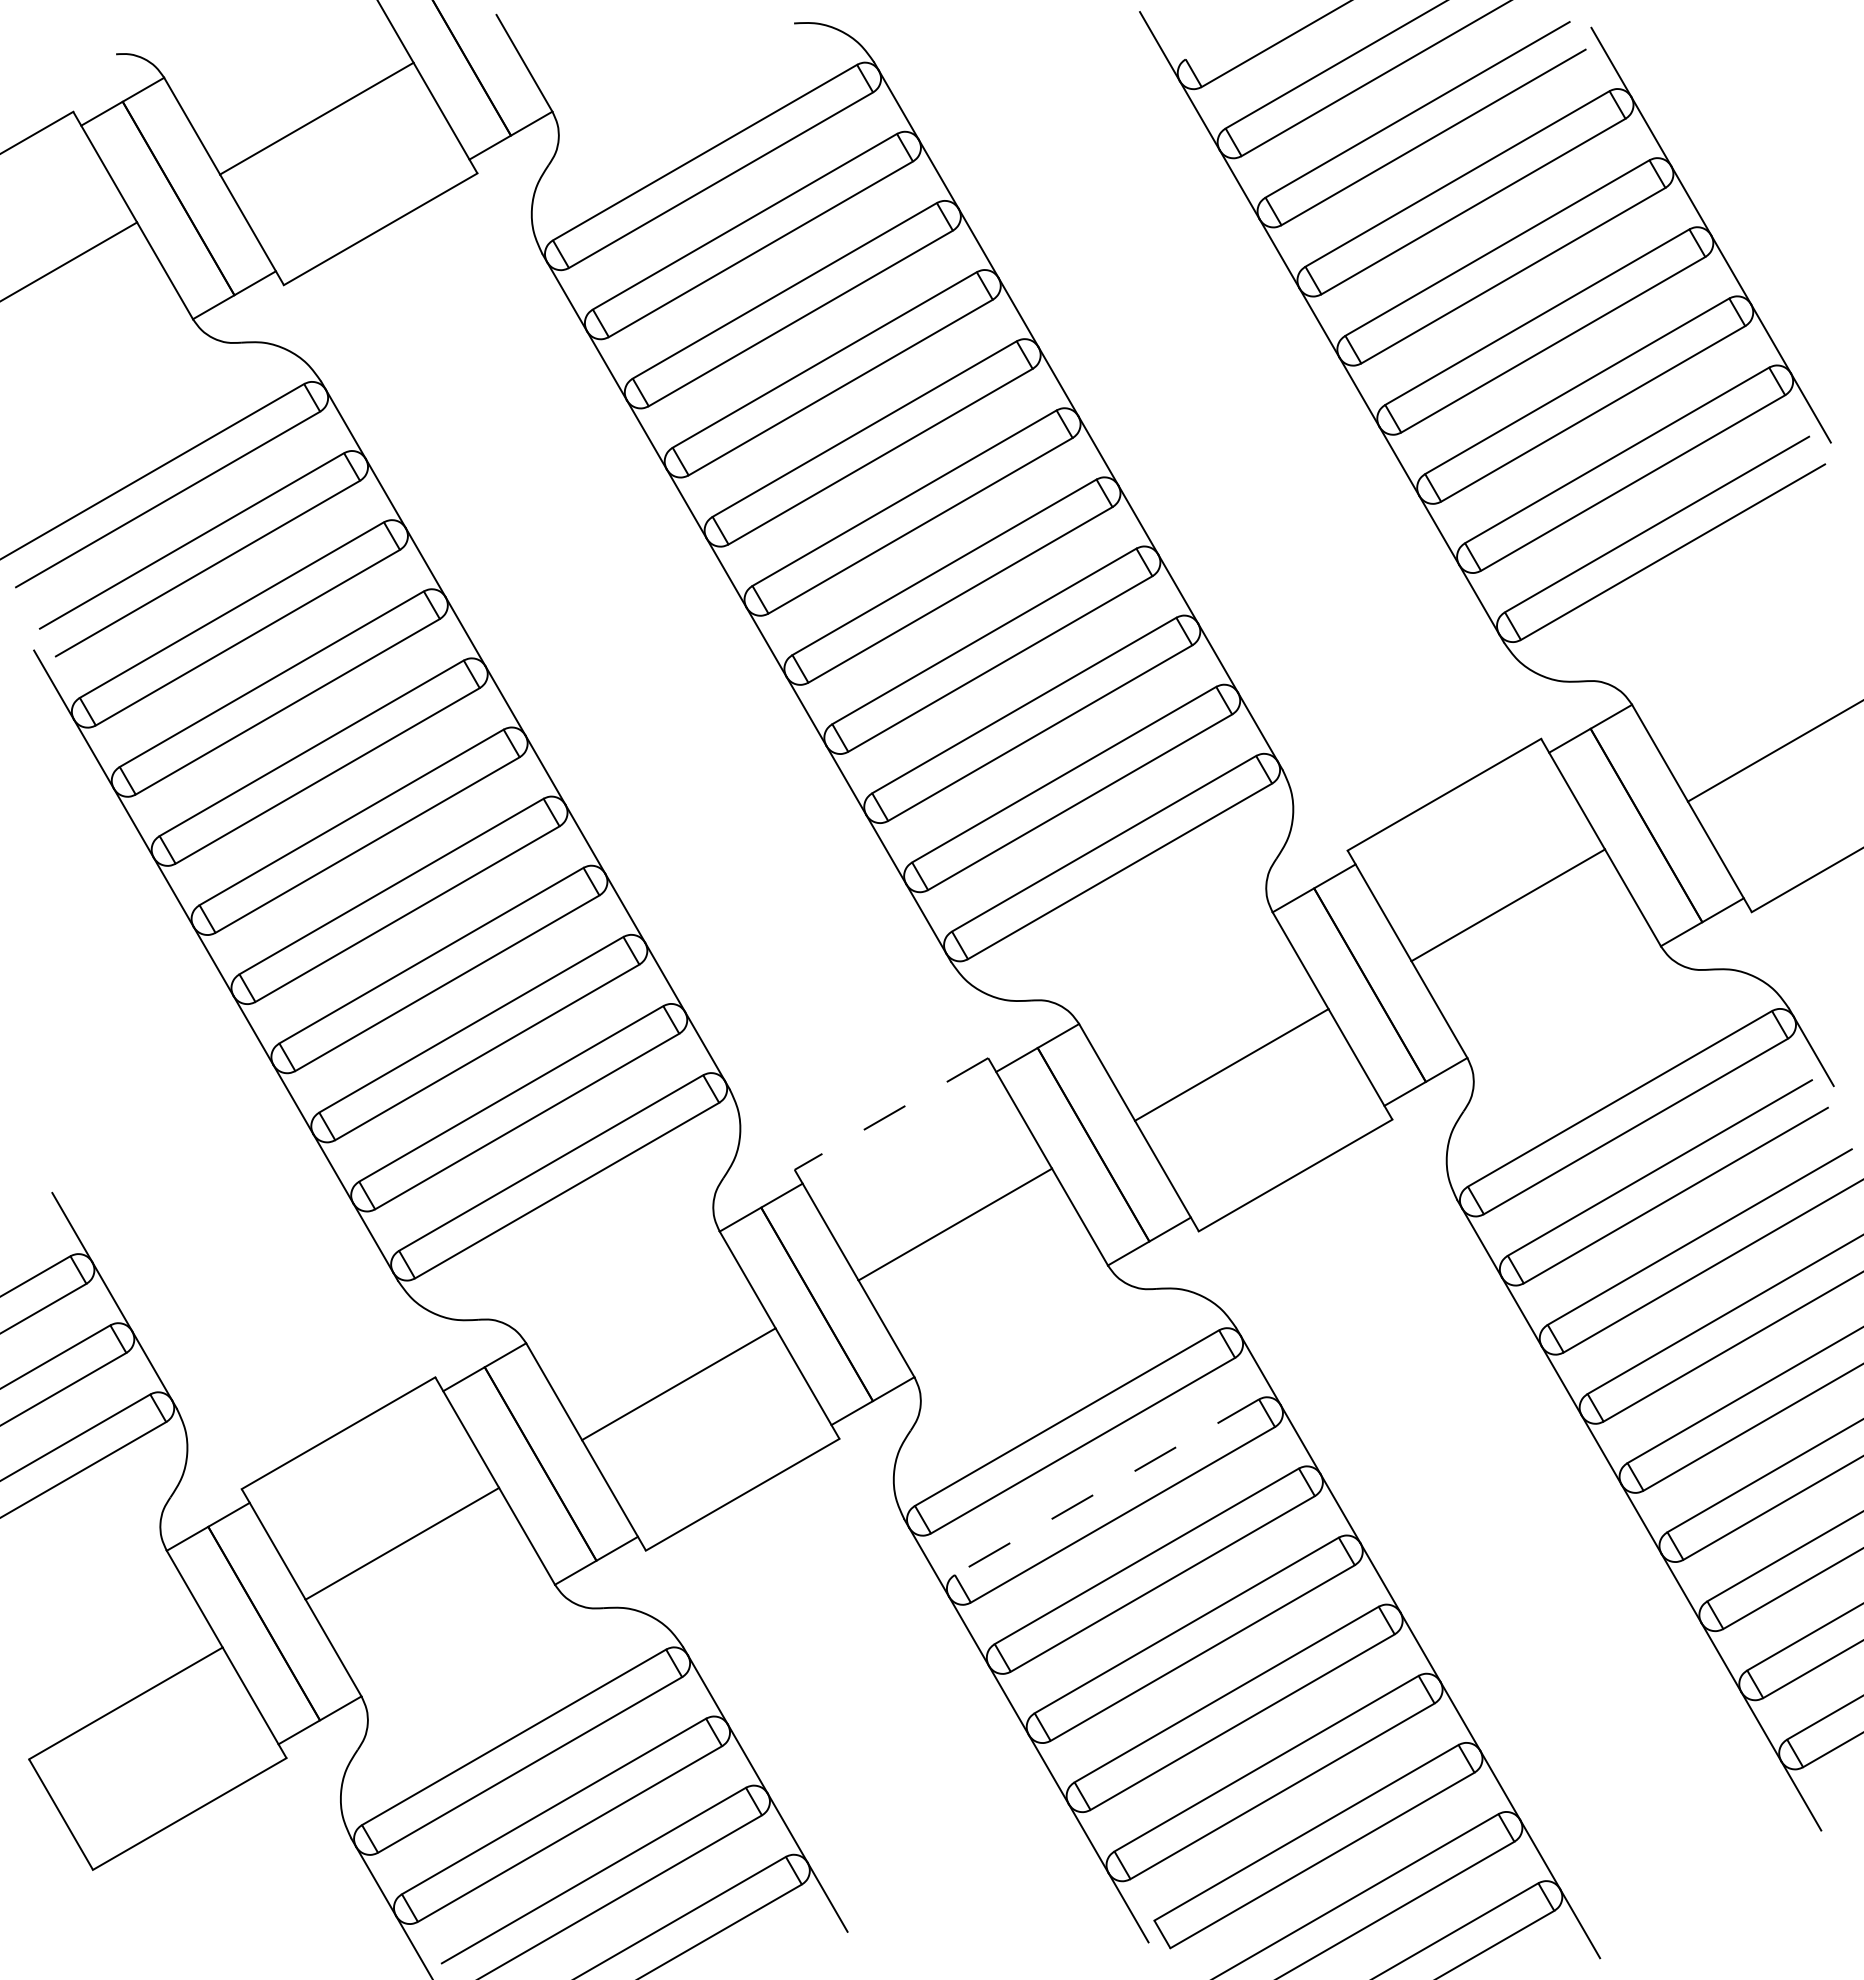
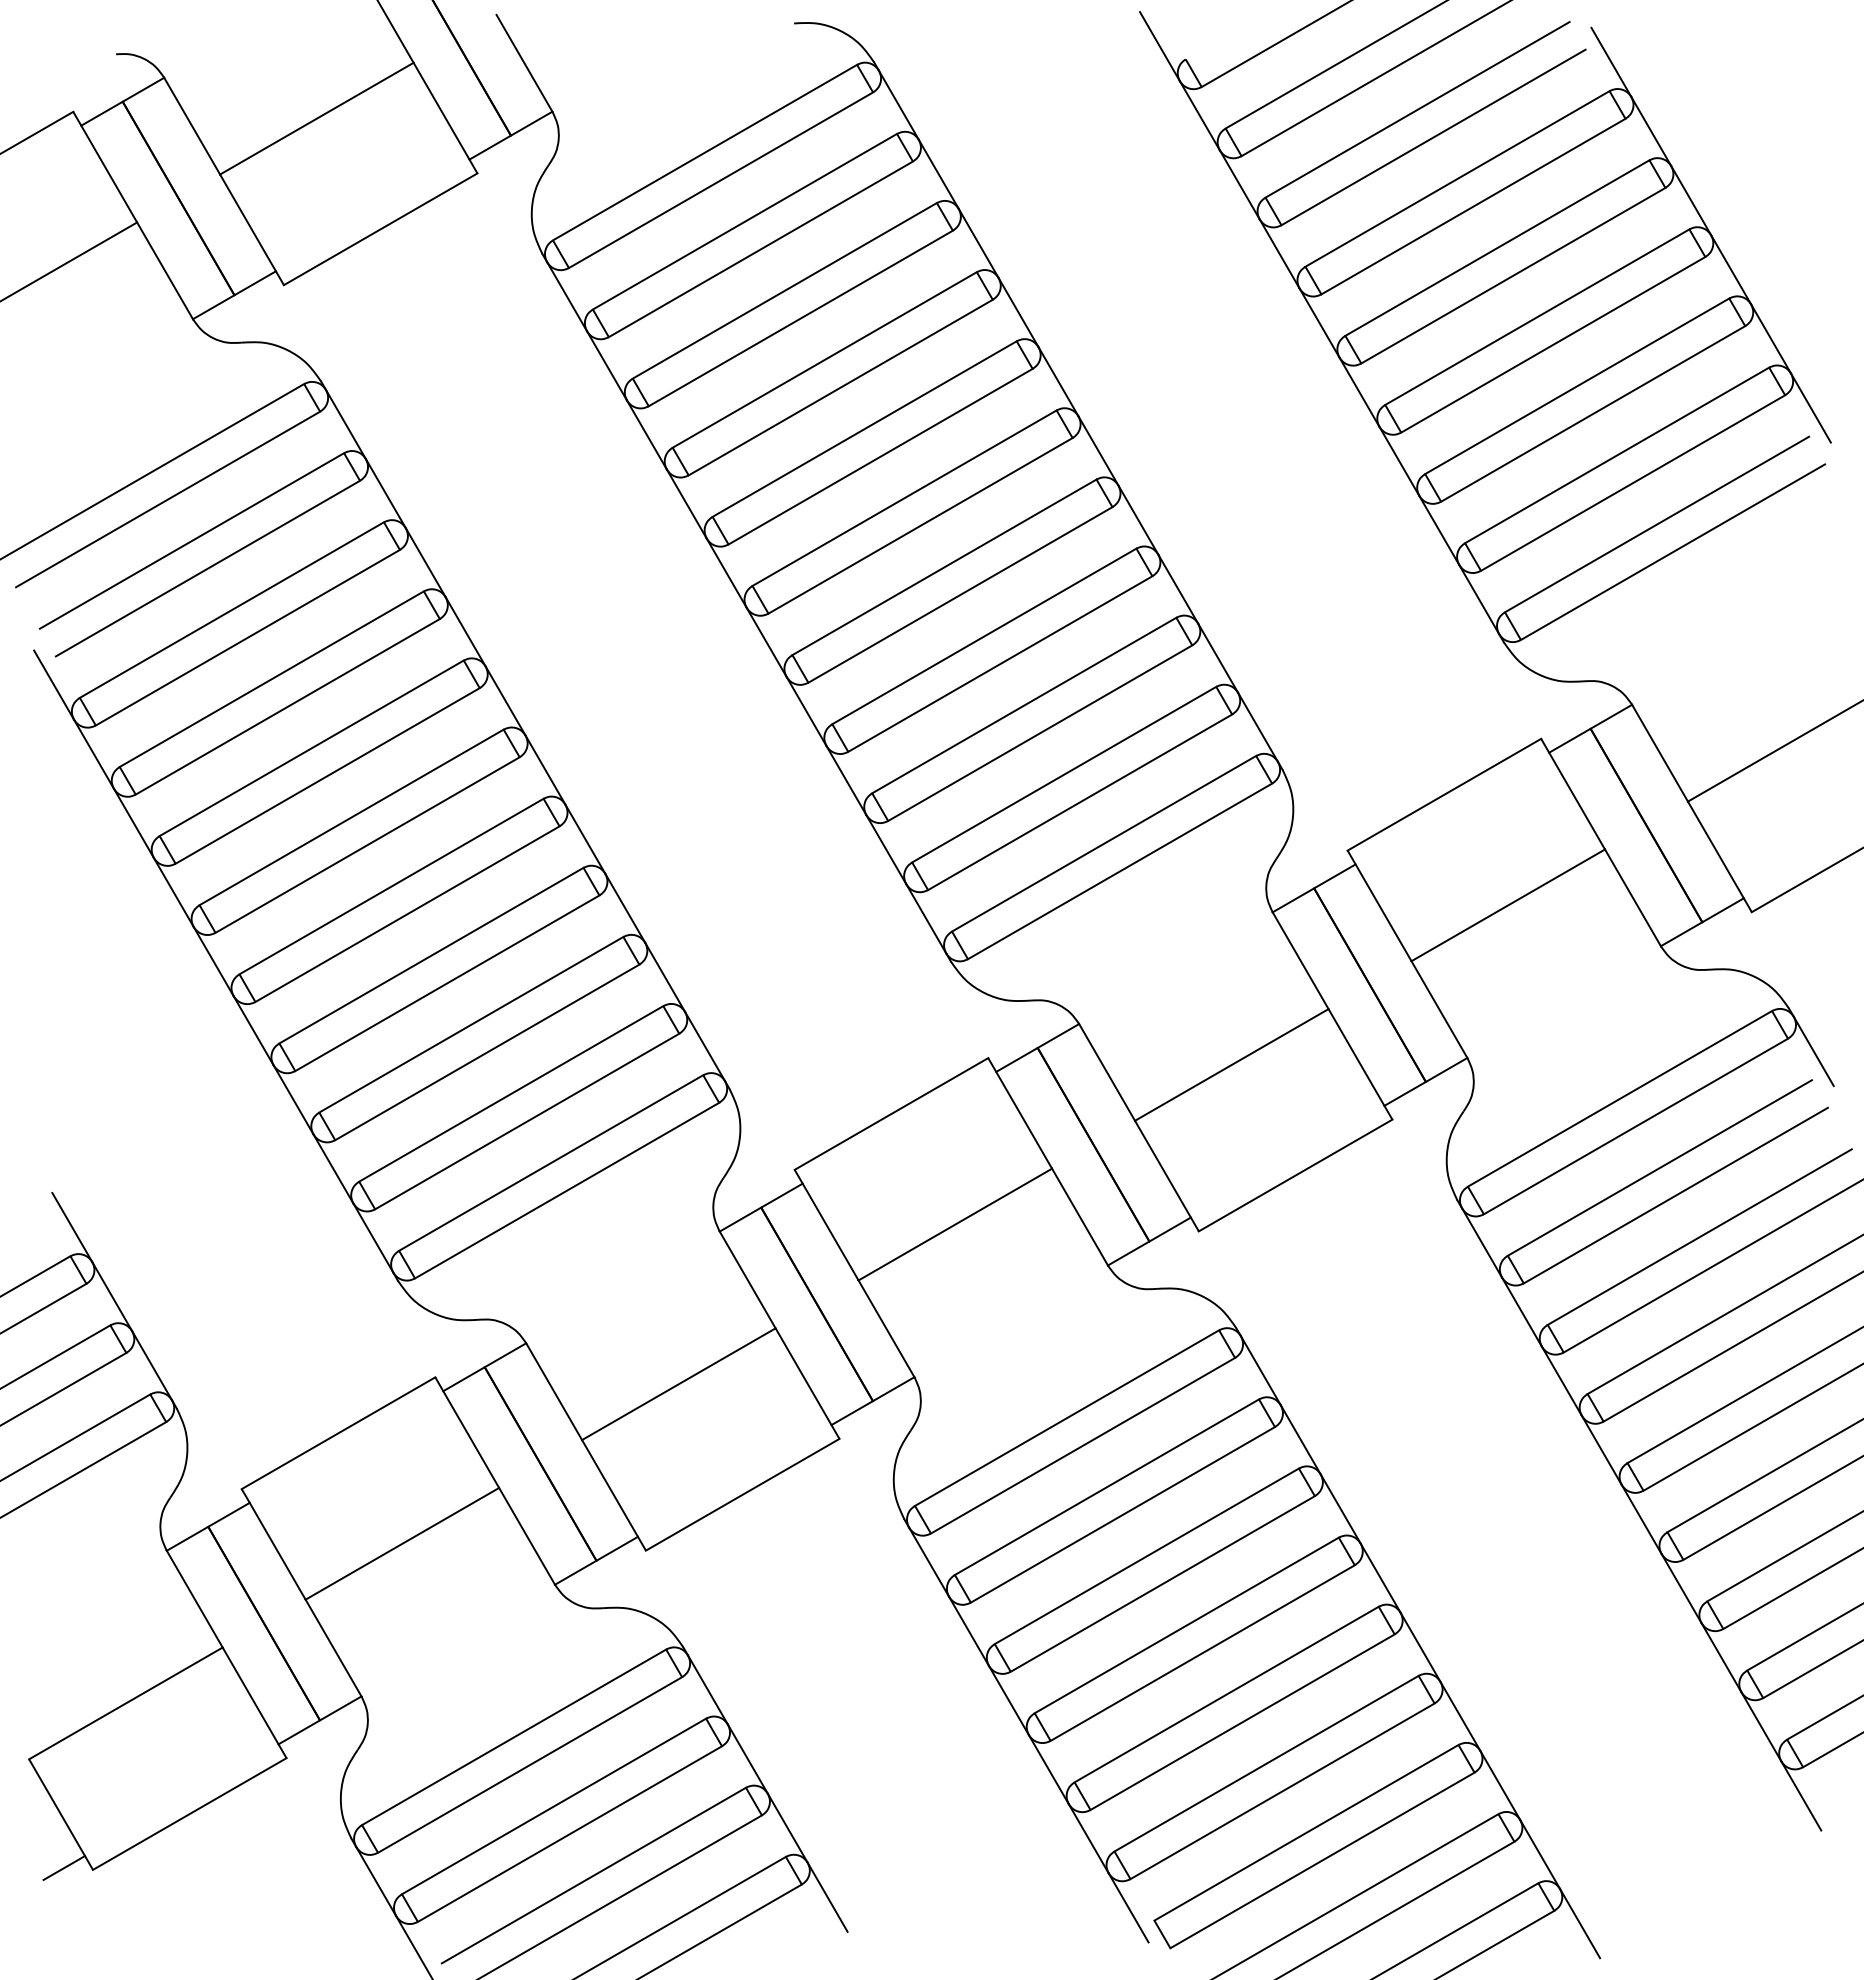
line at (891, 1113): dashed -> solid
line at (1106, 1487): dashed -> solid
line at (64, 1867): none -> present
